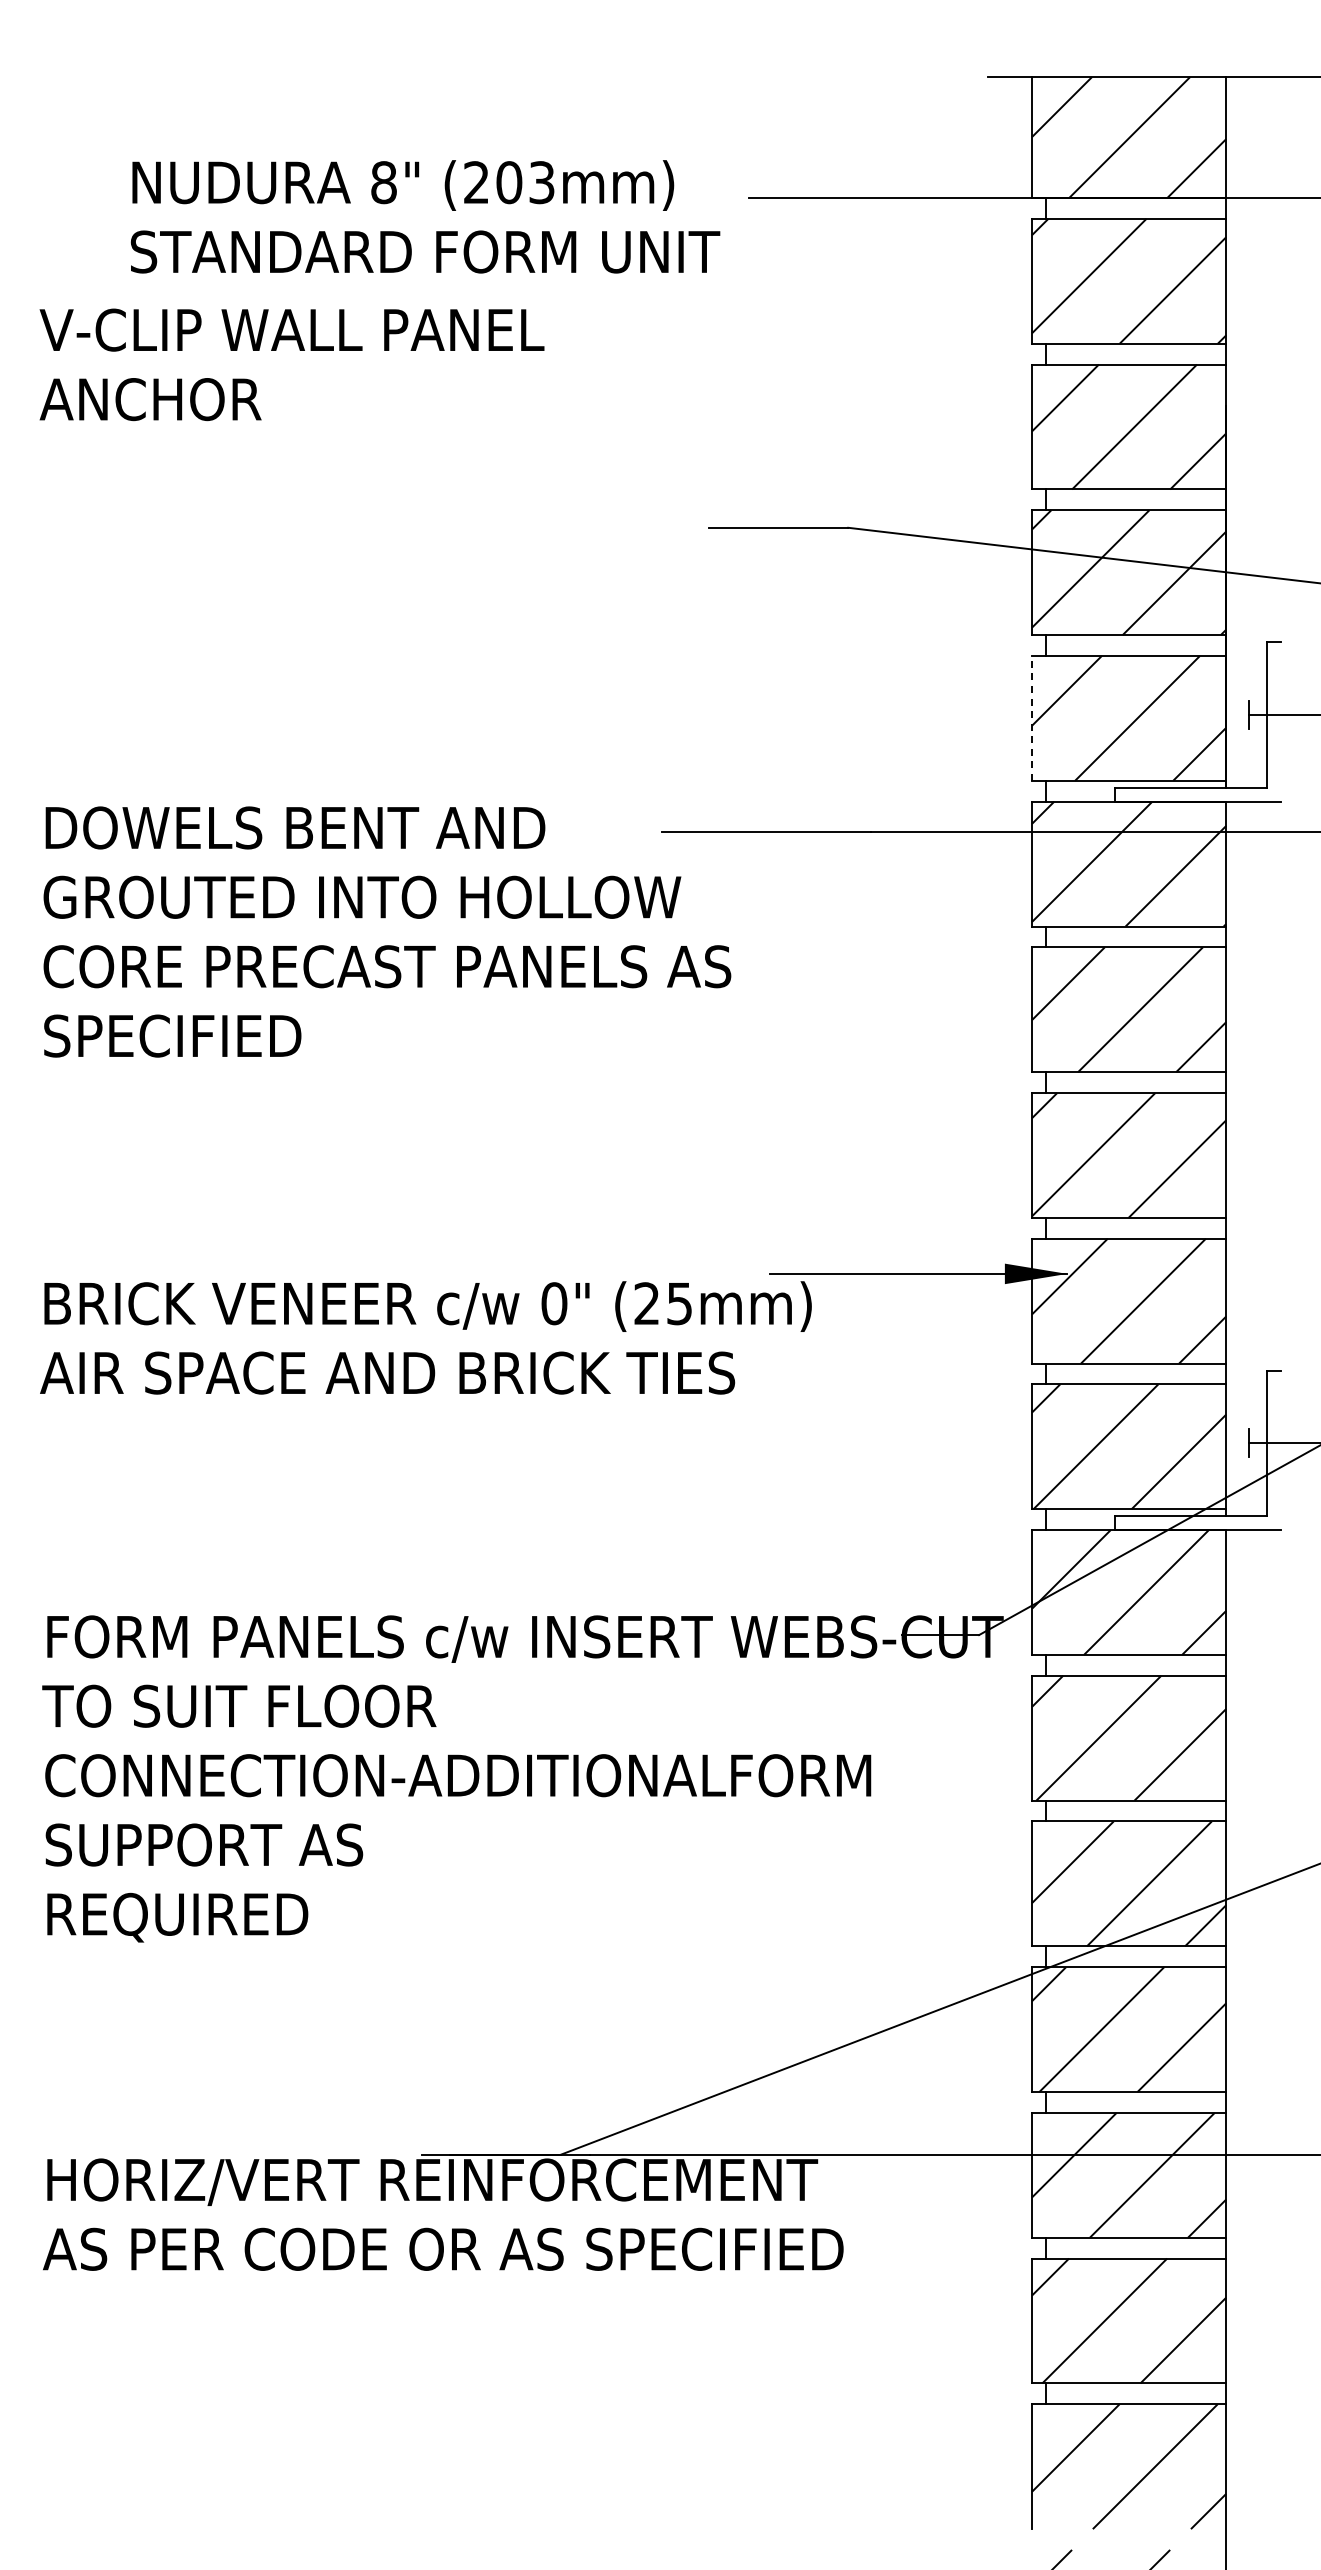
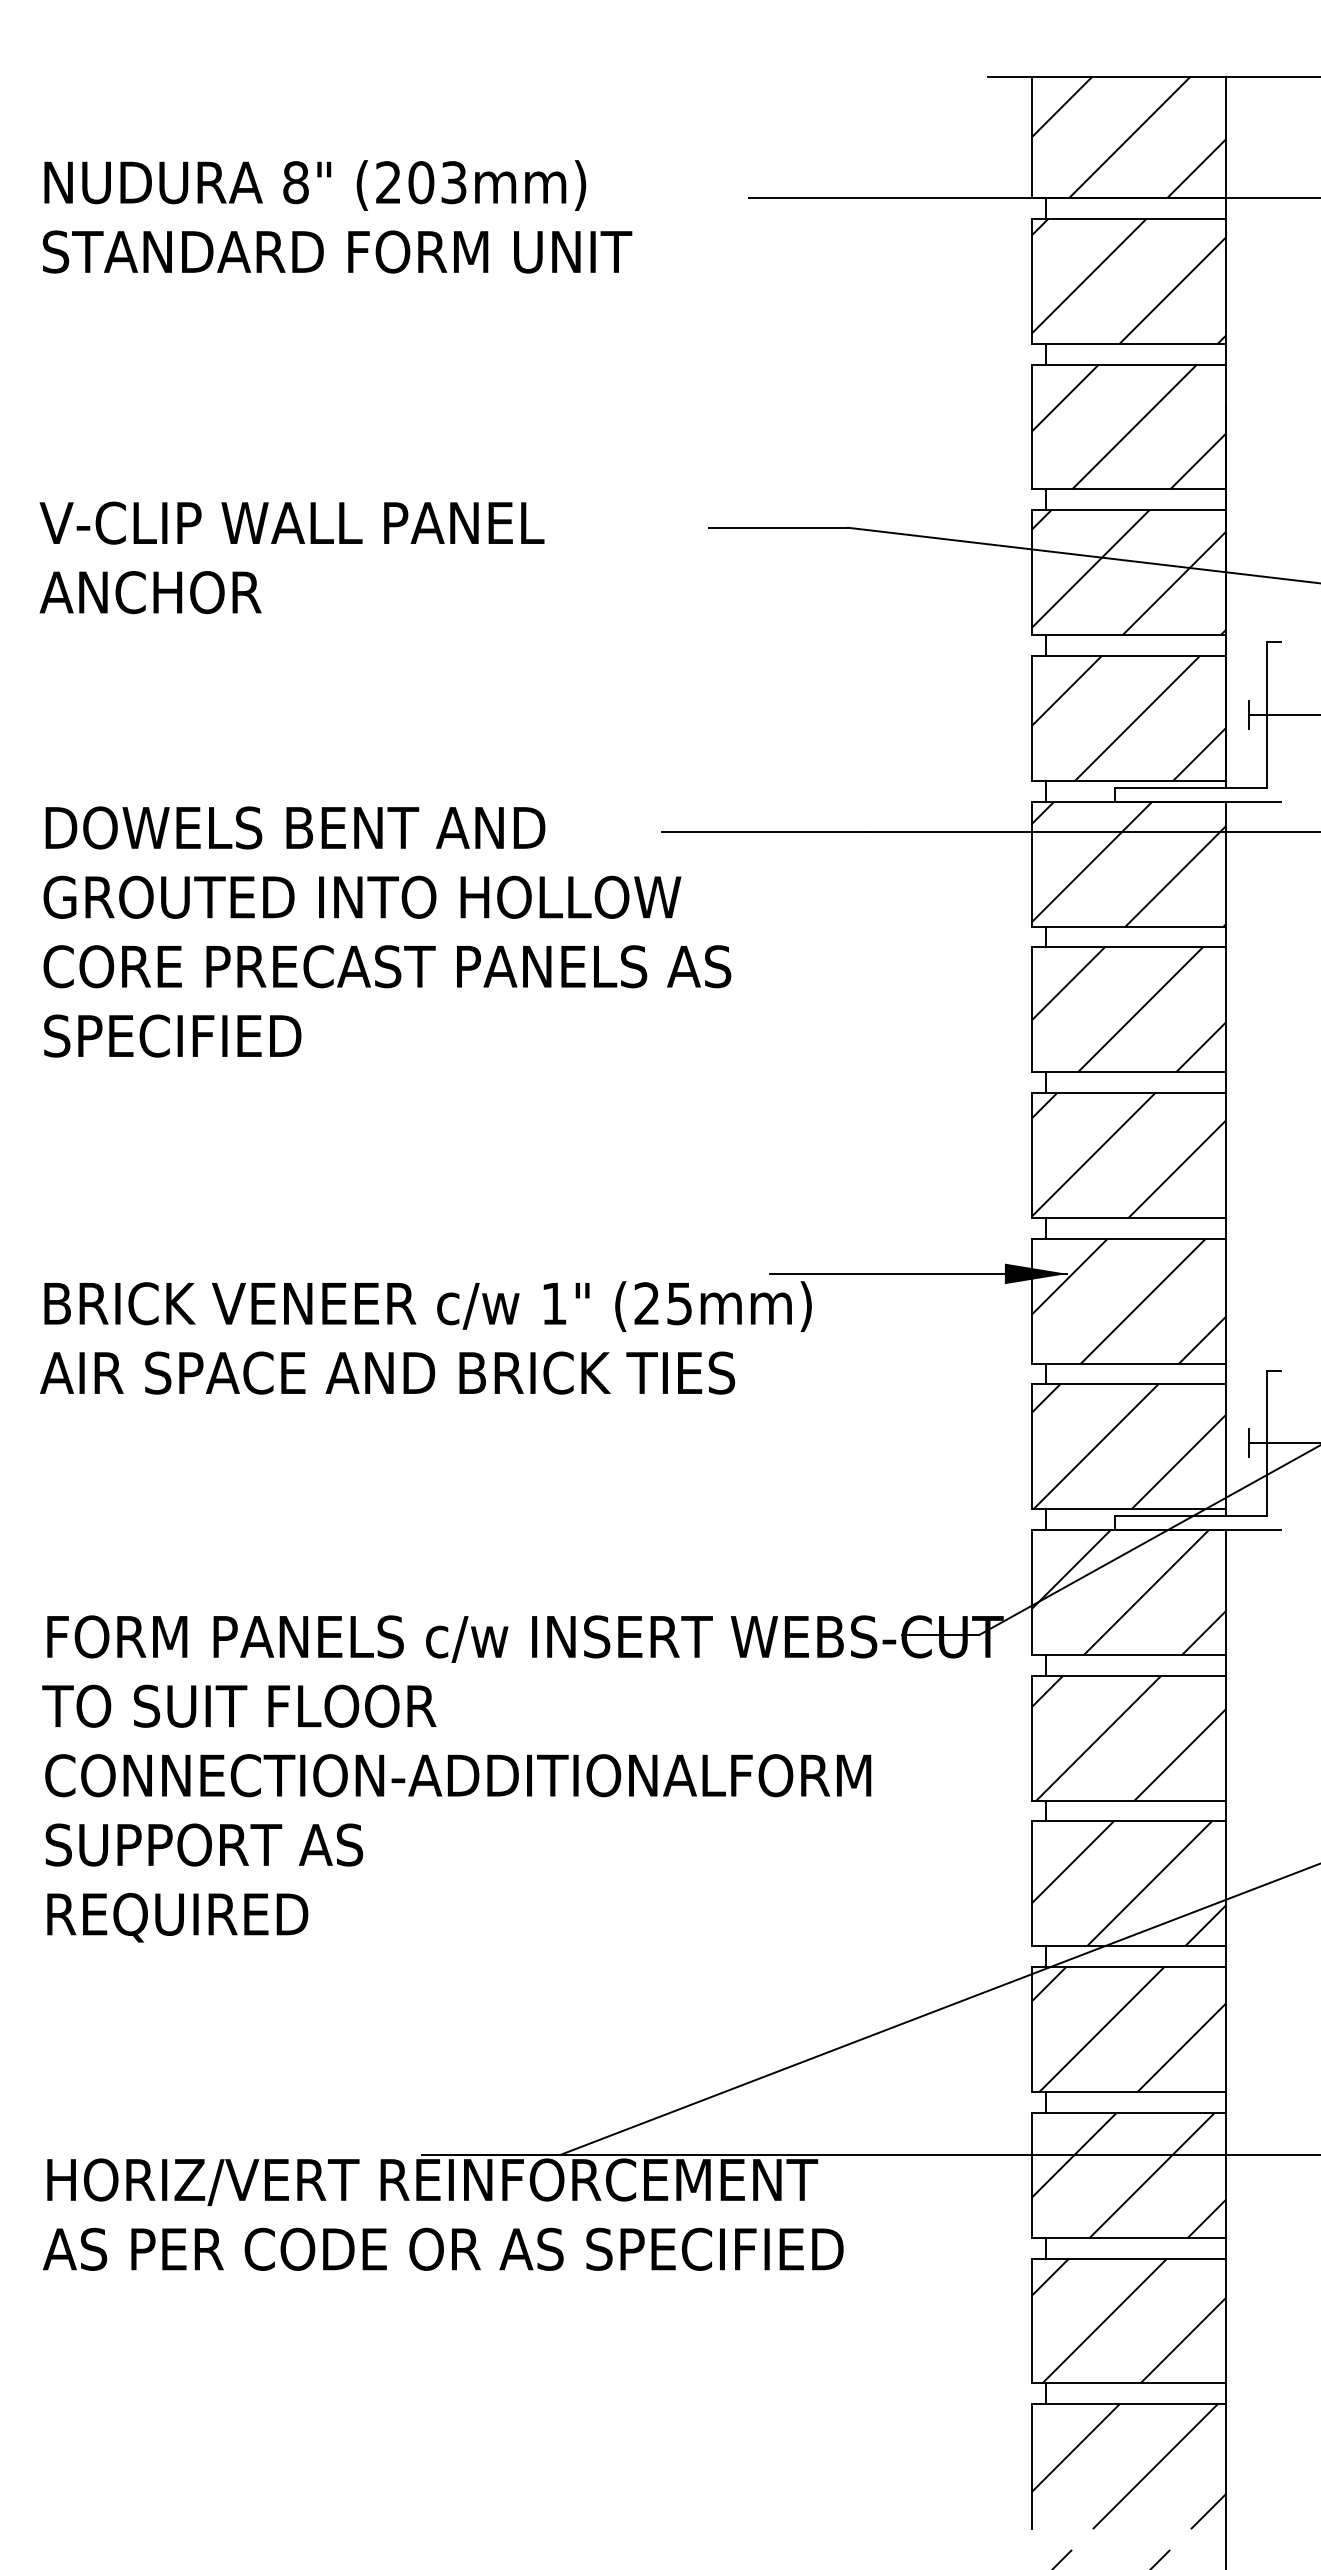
text at (425, 216) position: (425, 216) -> (337, 216)
text at (291, 364) position: (291, 364) -> (291, 557)
line at (1032, 717): dashed -> solid
text at (554, 1303): 0" -> 1"
